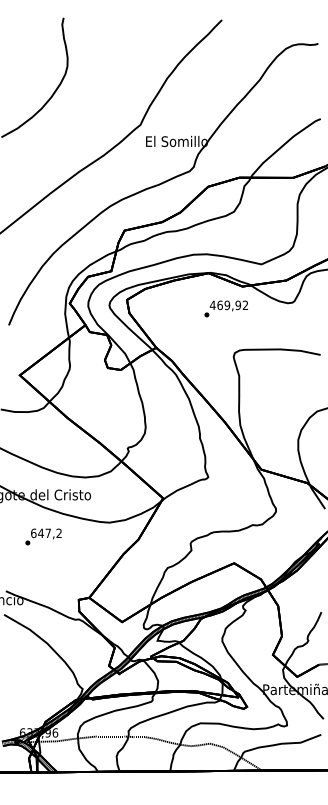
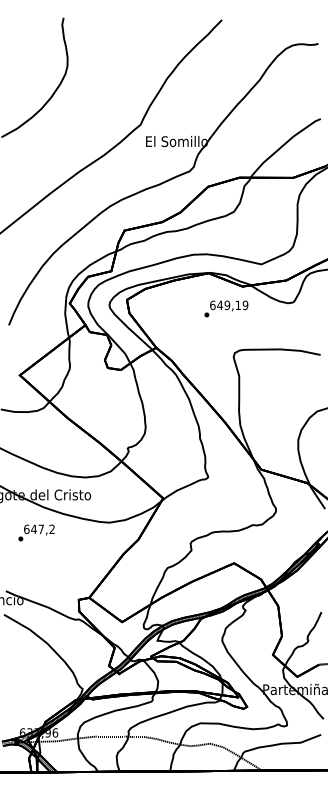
text at (228, 305): 469,92 -> 649,19
text at (43, 536) position: (43, 536) -> (36, 532)
